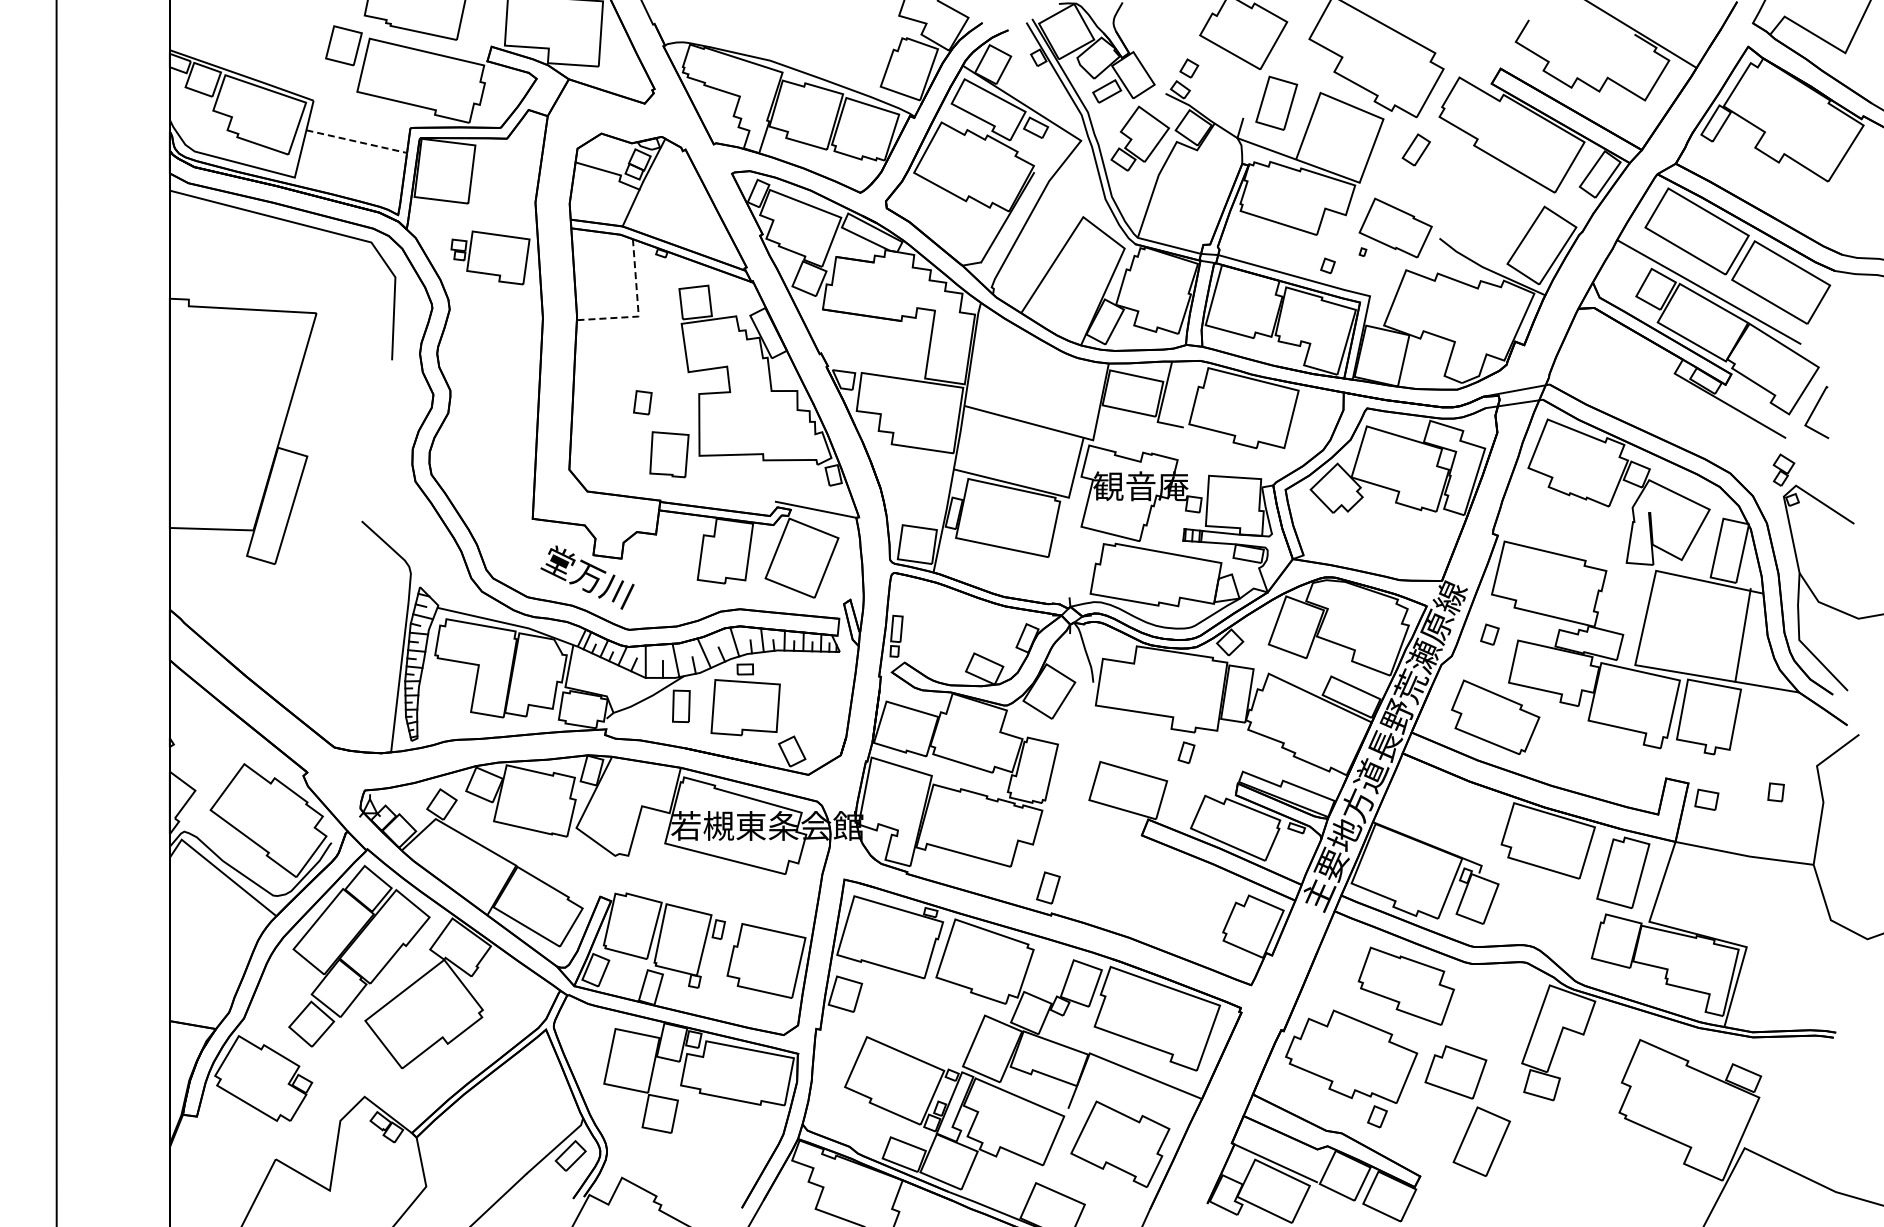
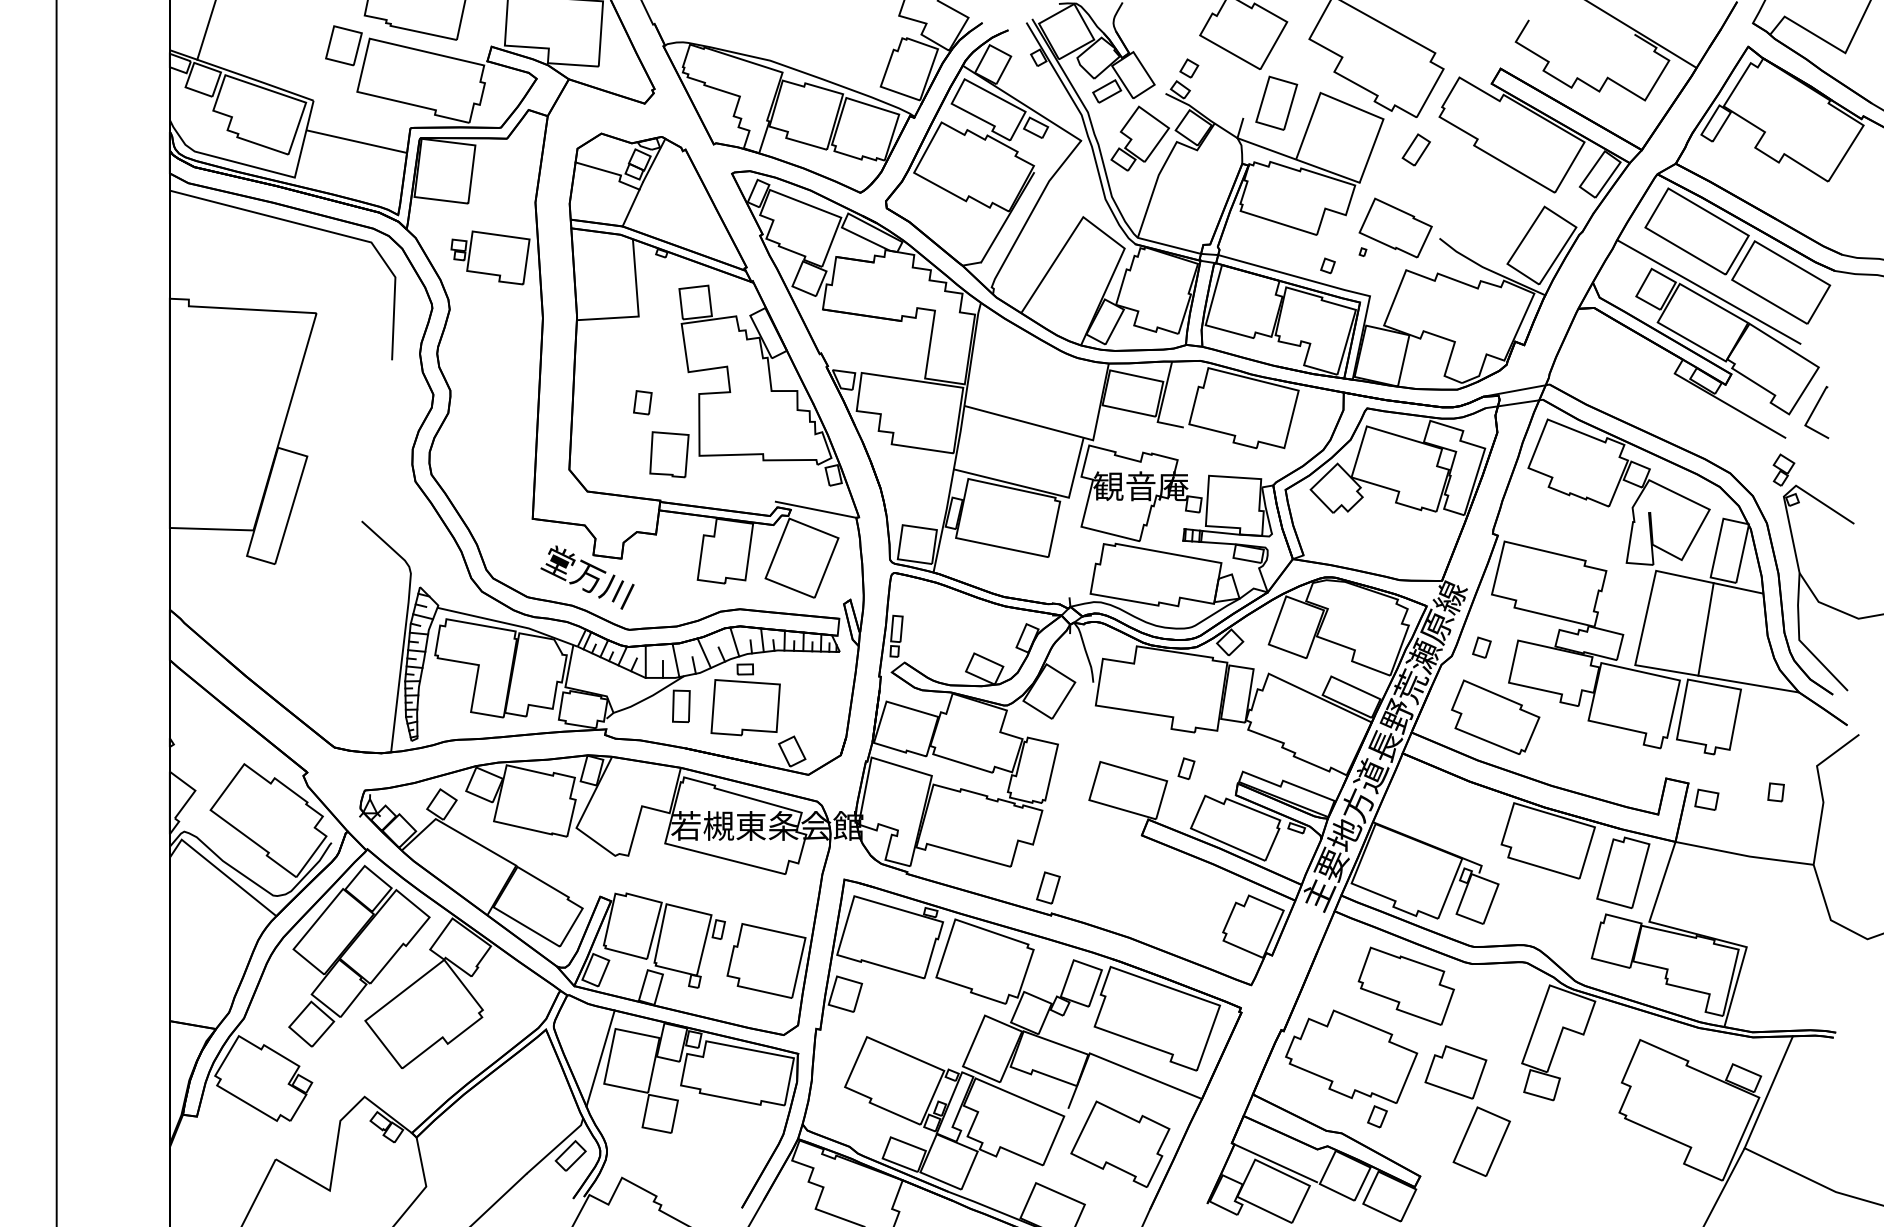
line at (206, 30): none -> present
line at (357, 141): dashed -> solid
line at (638, 309): dashed -> solid
part at (1489, 634) position: (1489, 634) -> (1481, 647)
line at (1742, 635) position: (1742, 635) -> (1705, 629)
part at (1186, 752) position: (1186, 752) -> (1186, 768)
line at (600, 1058): none -> present
line at (1768, 1092): none -> present
